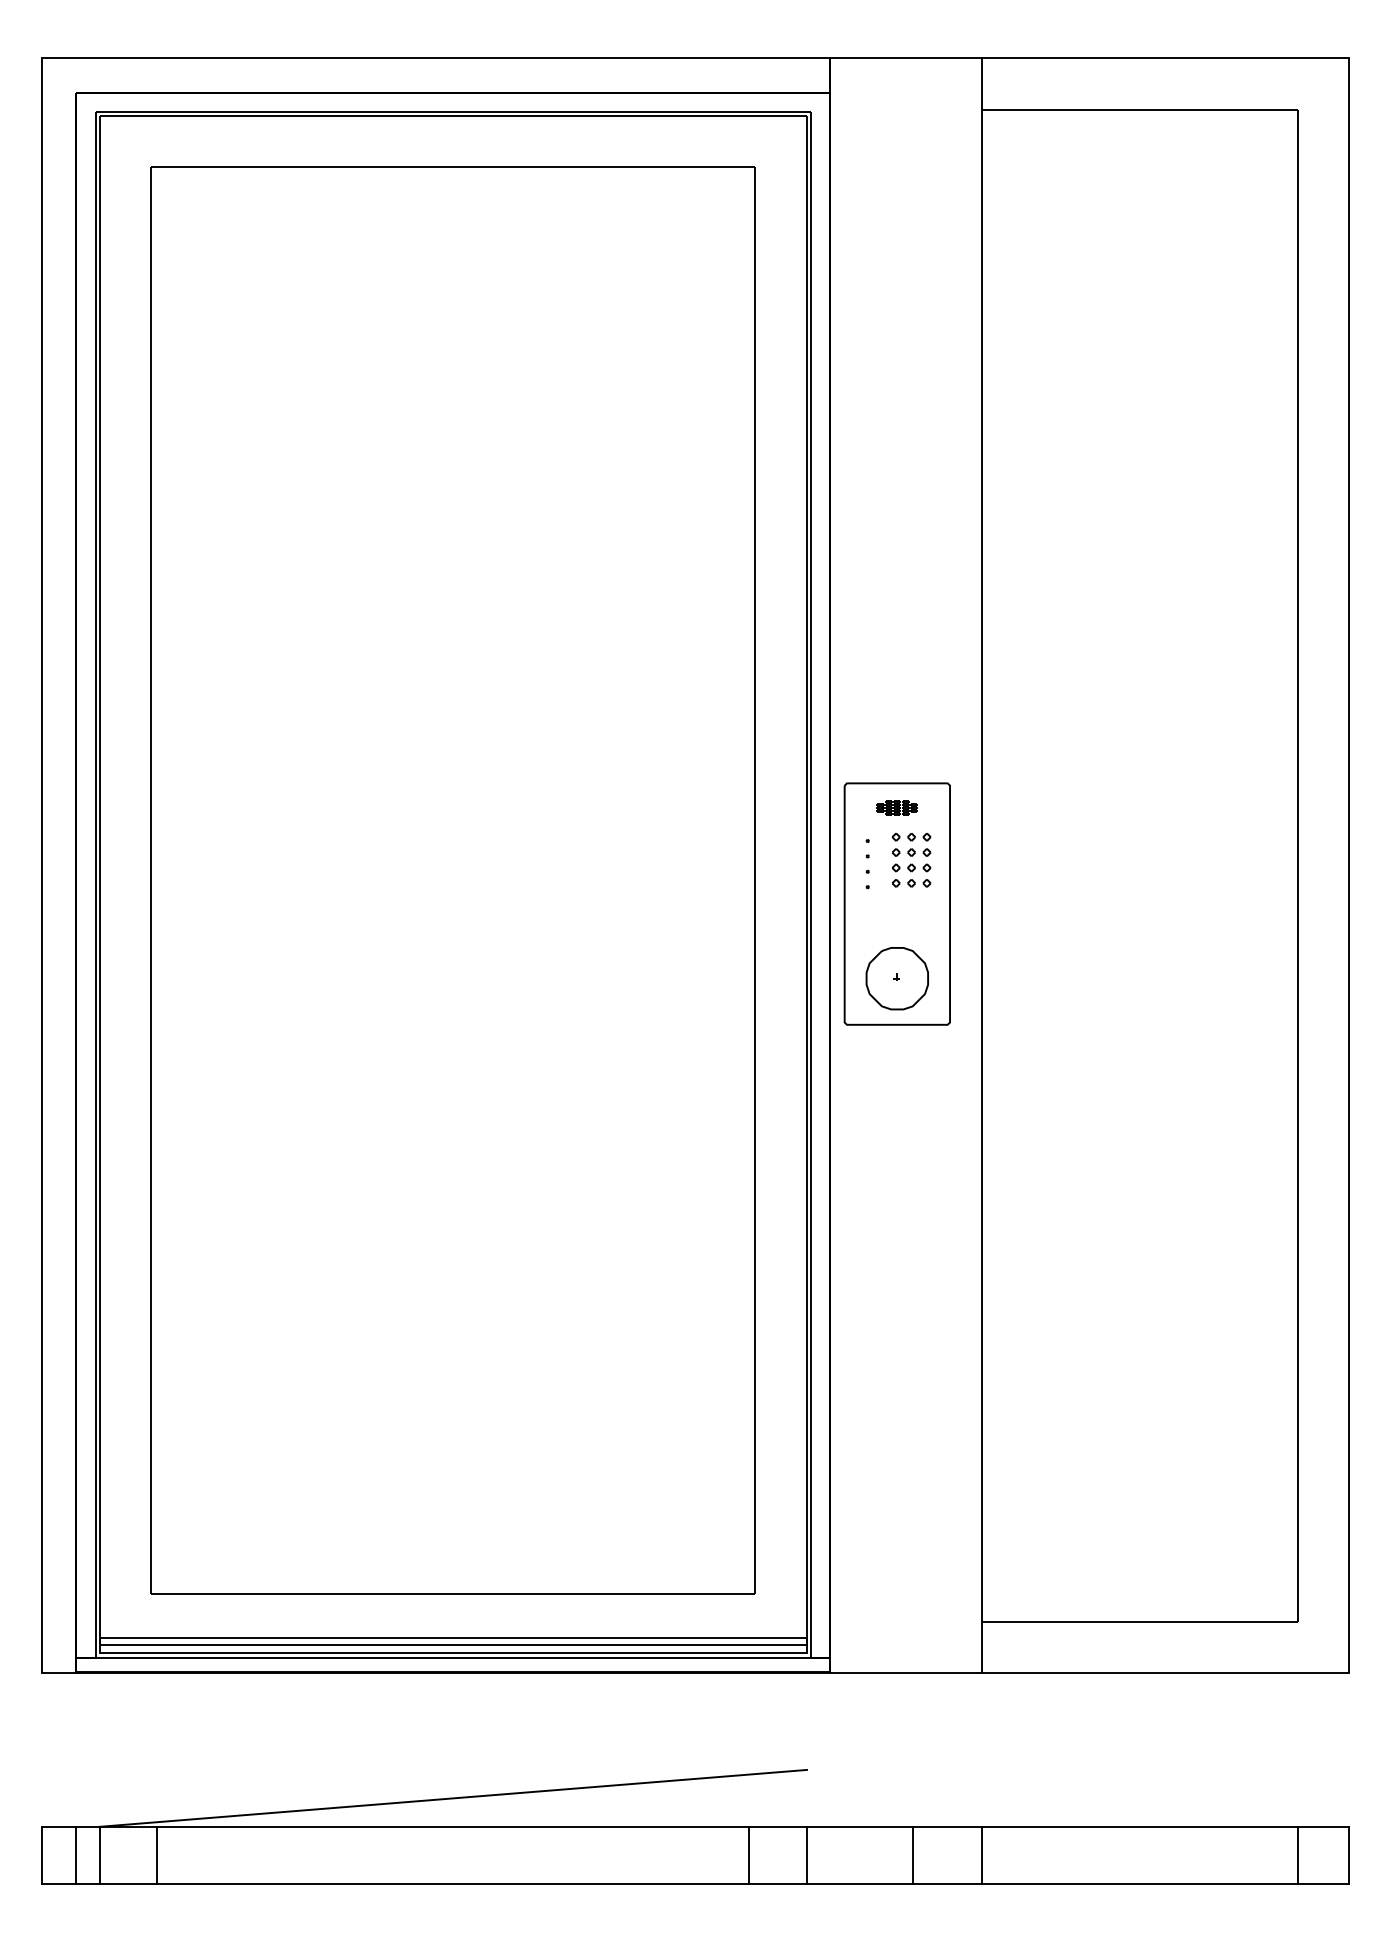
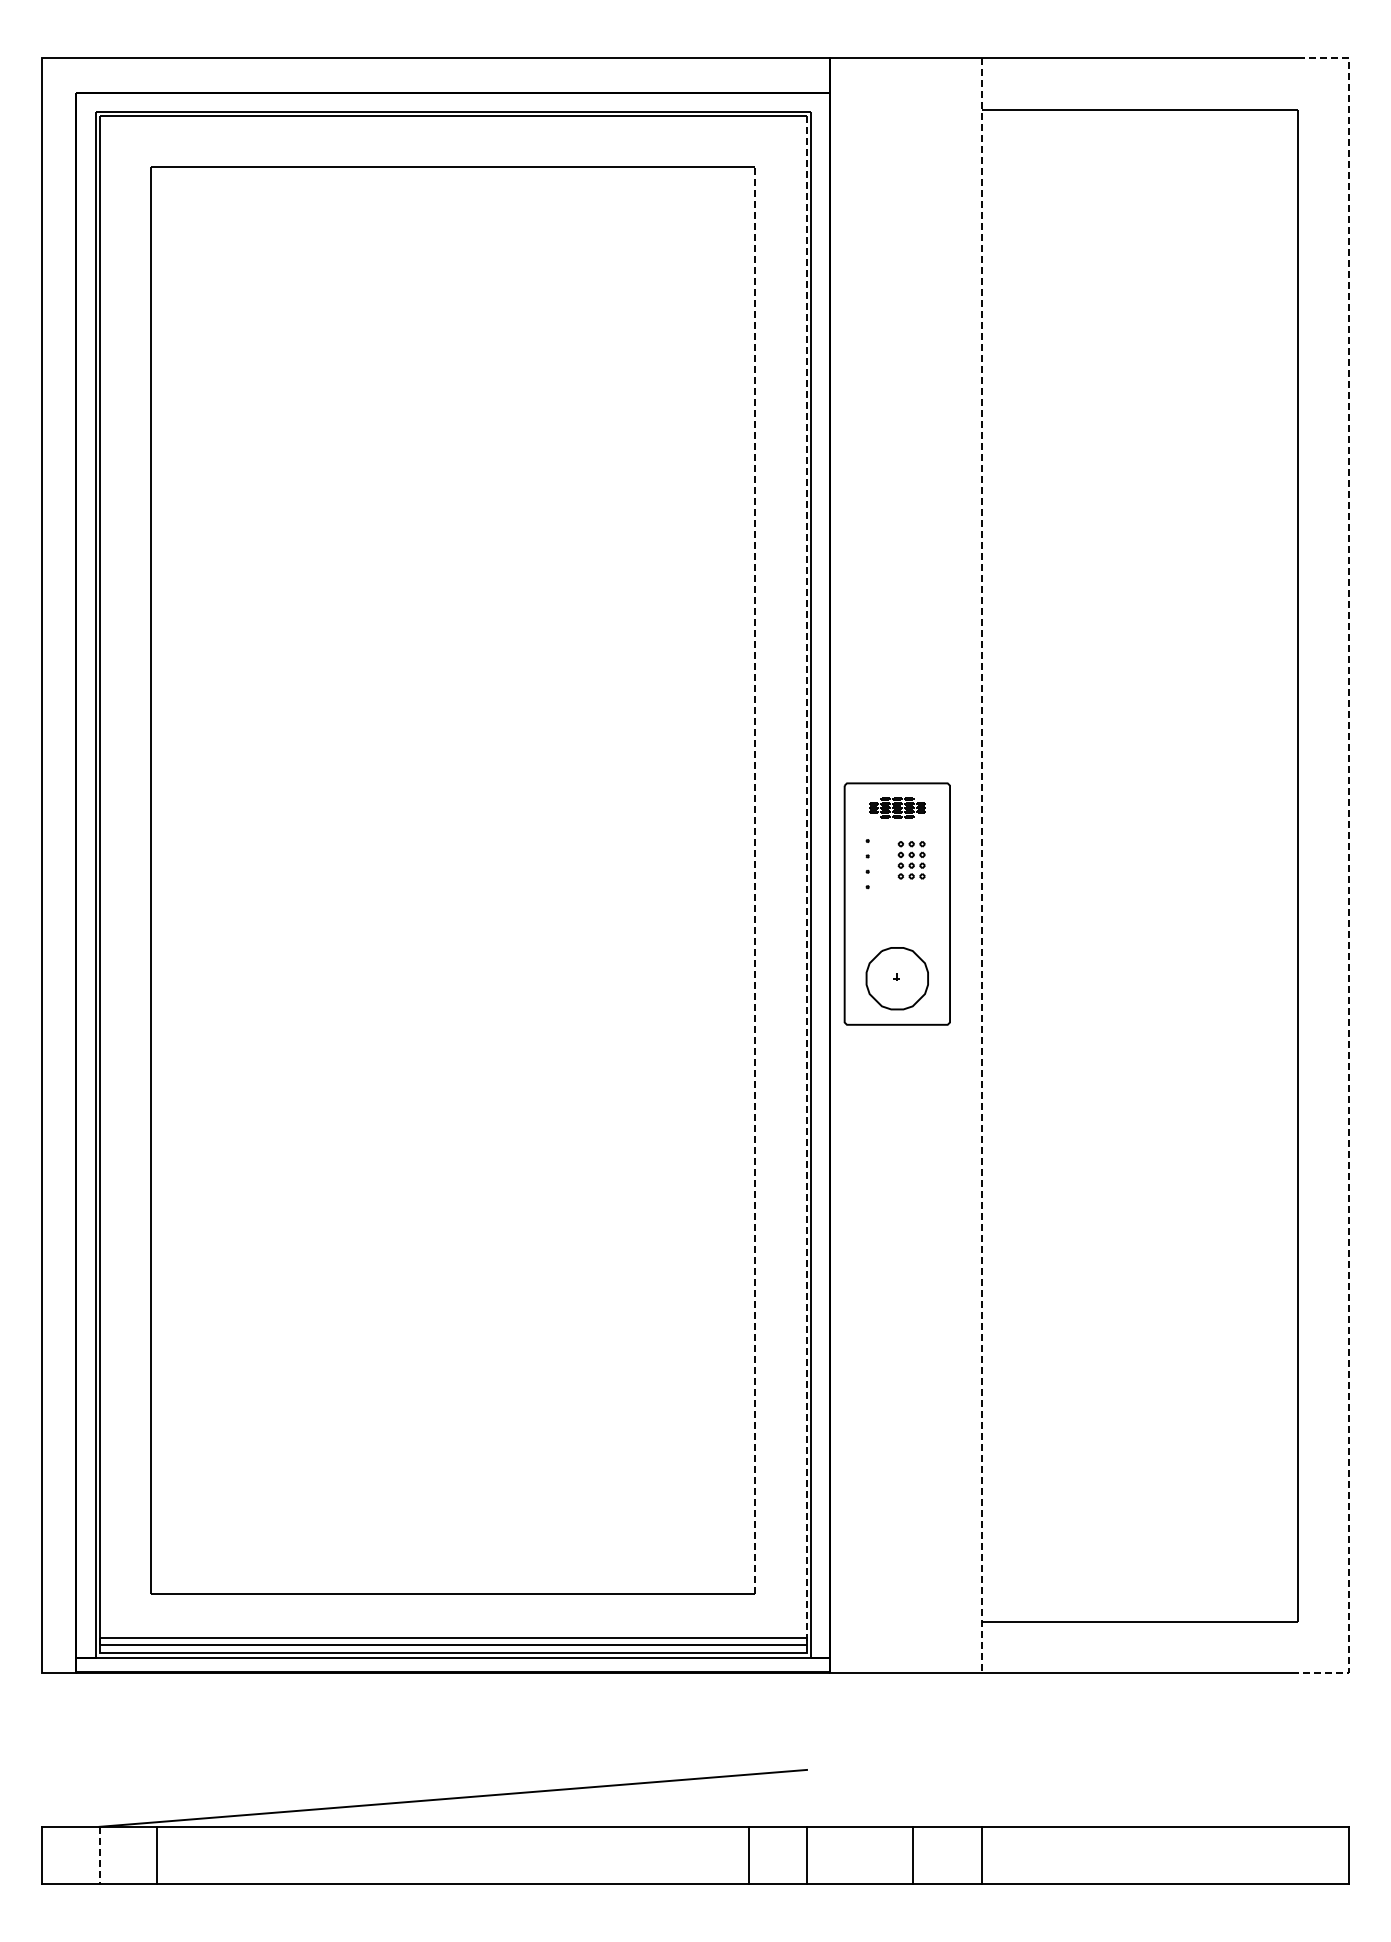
part at (896, 807) size: 42x16 px -> 57x22 px
part at (911, 860) size: 40x55 px -> 29x39 px
line at (981, 866): solid -> dashed
line at (1349, 866): solid -> dashed
line at (755, 880): solid -> dashed
line at (806, 880): solid -> dashed
line at (76, 1854): present -> none
line at (1297, 1854): present -> none
line at (99, 1855): solid -> dashed
